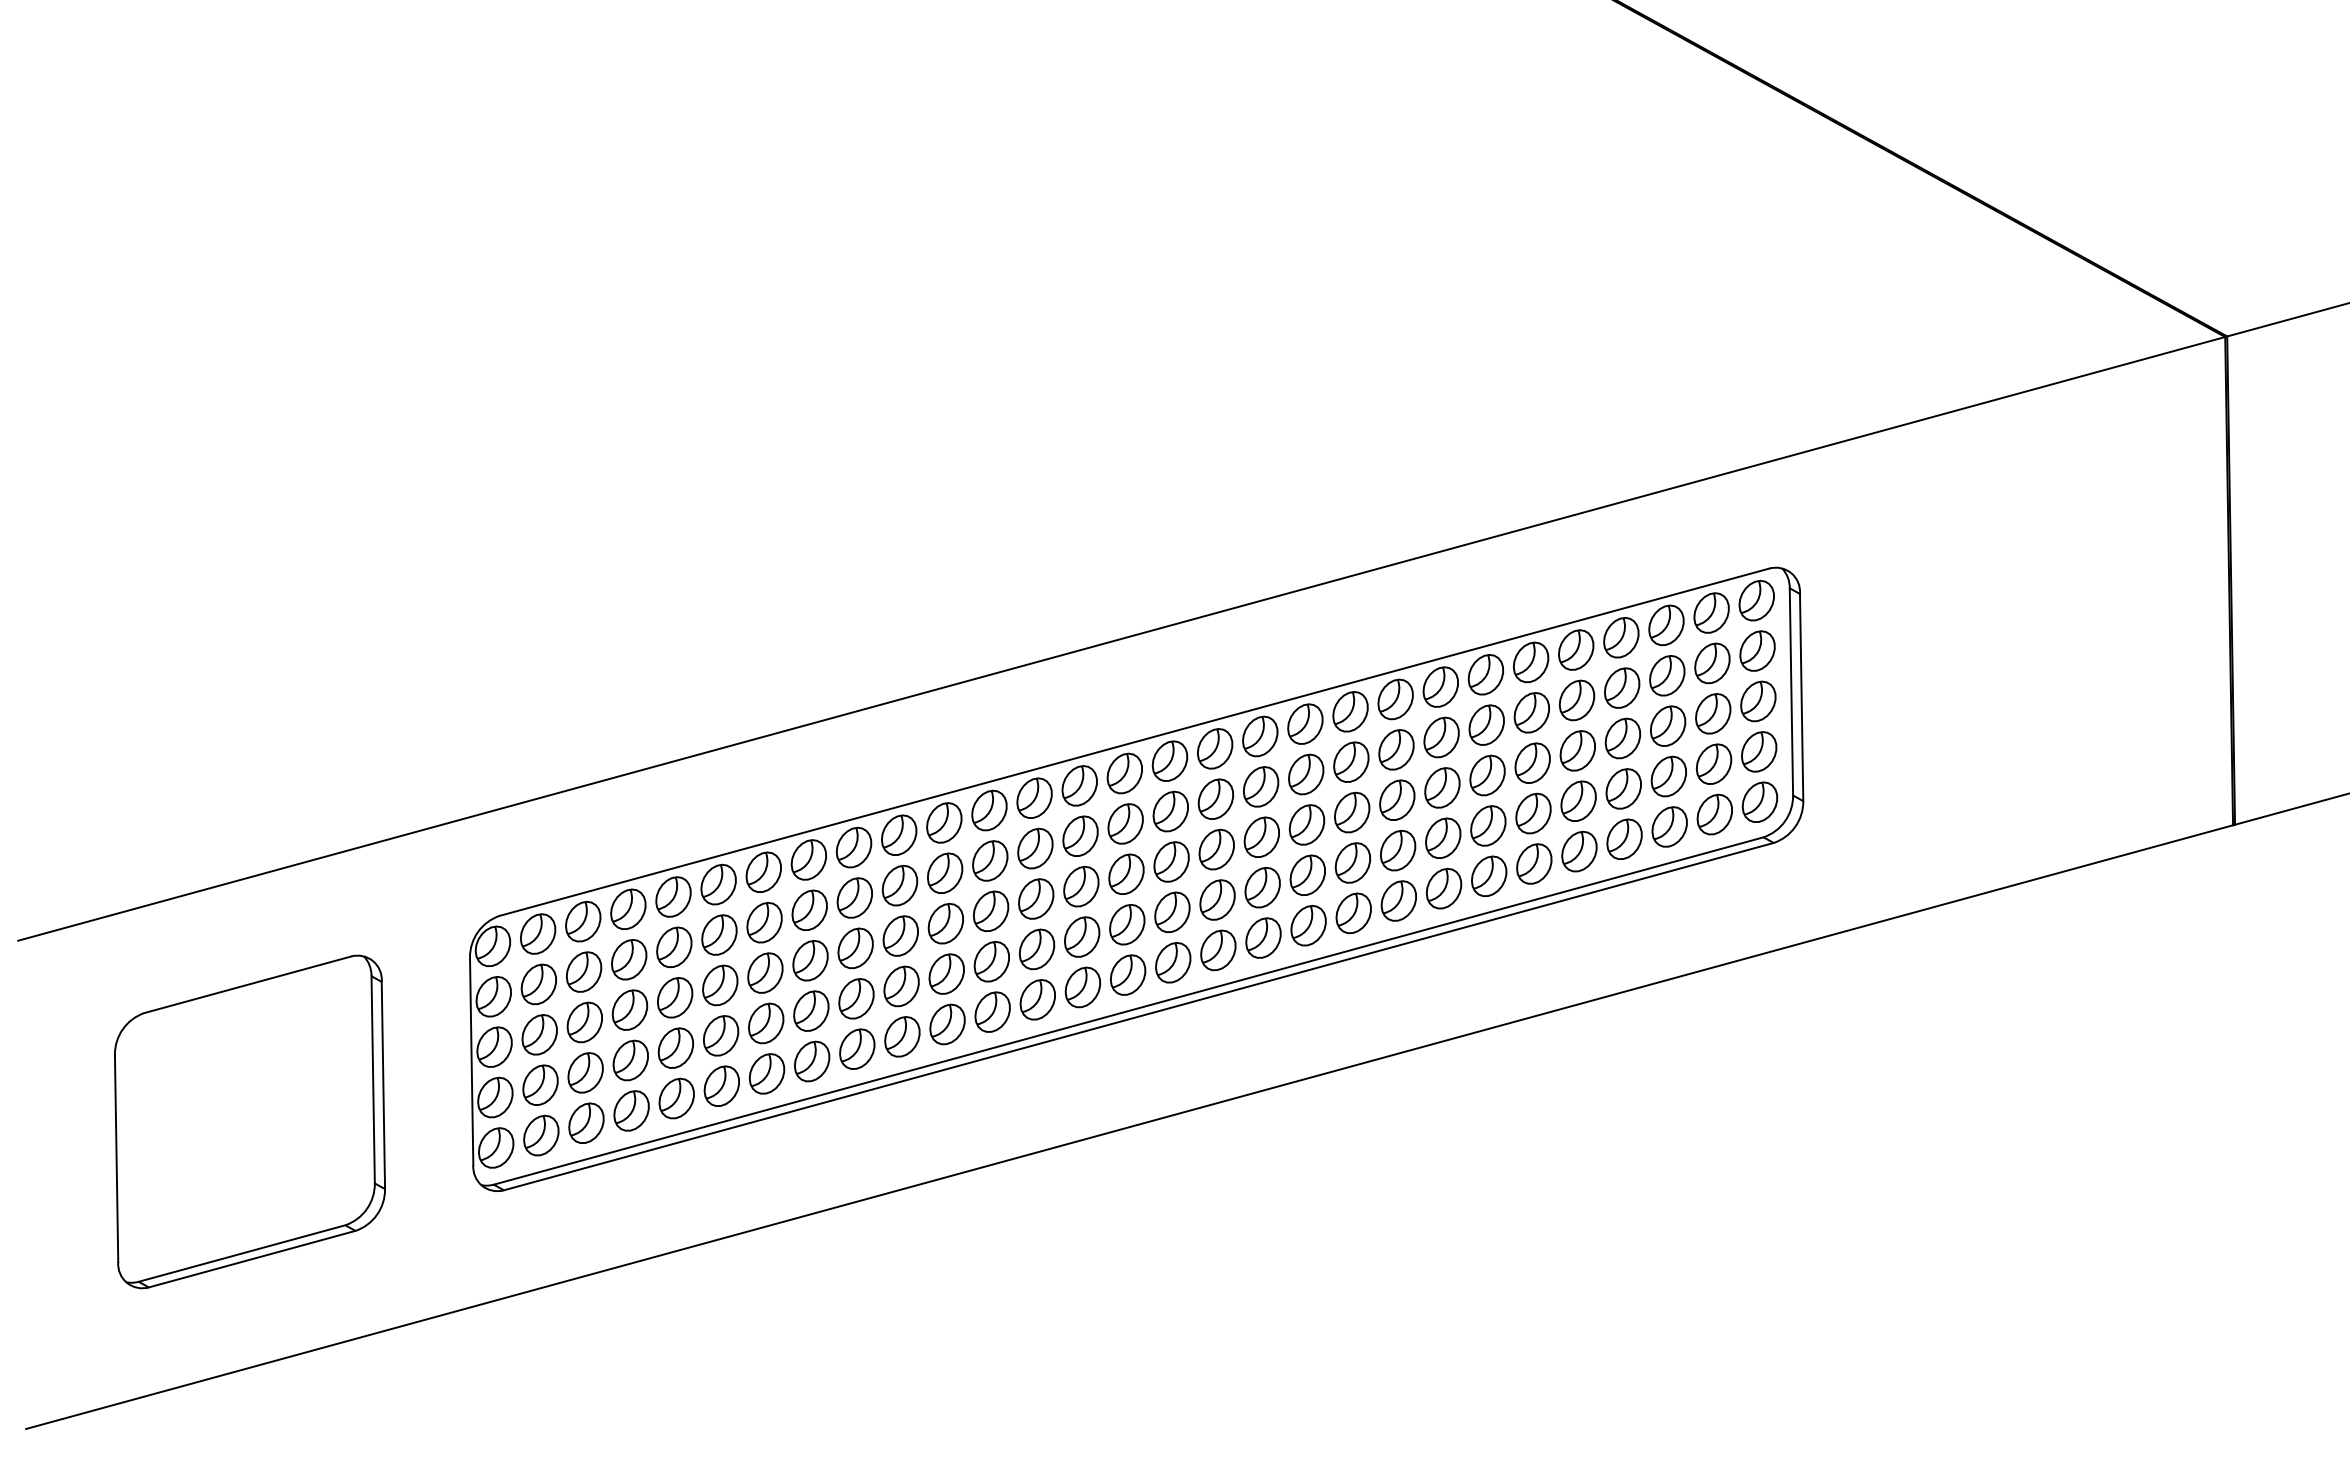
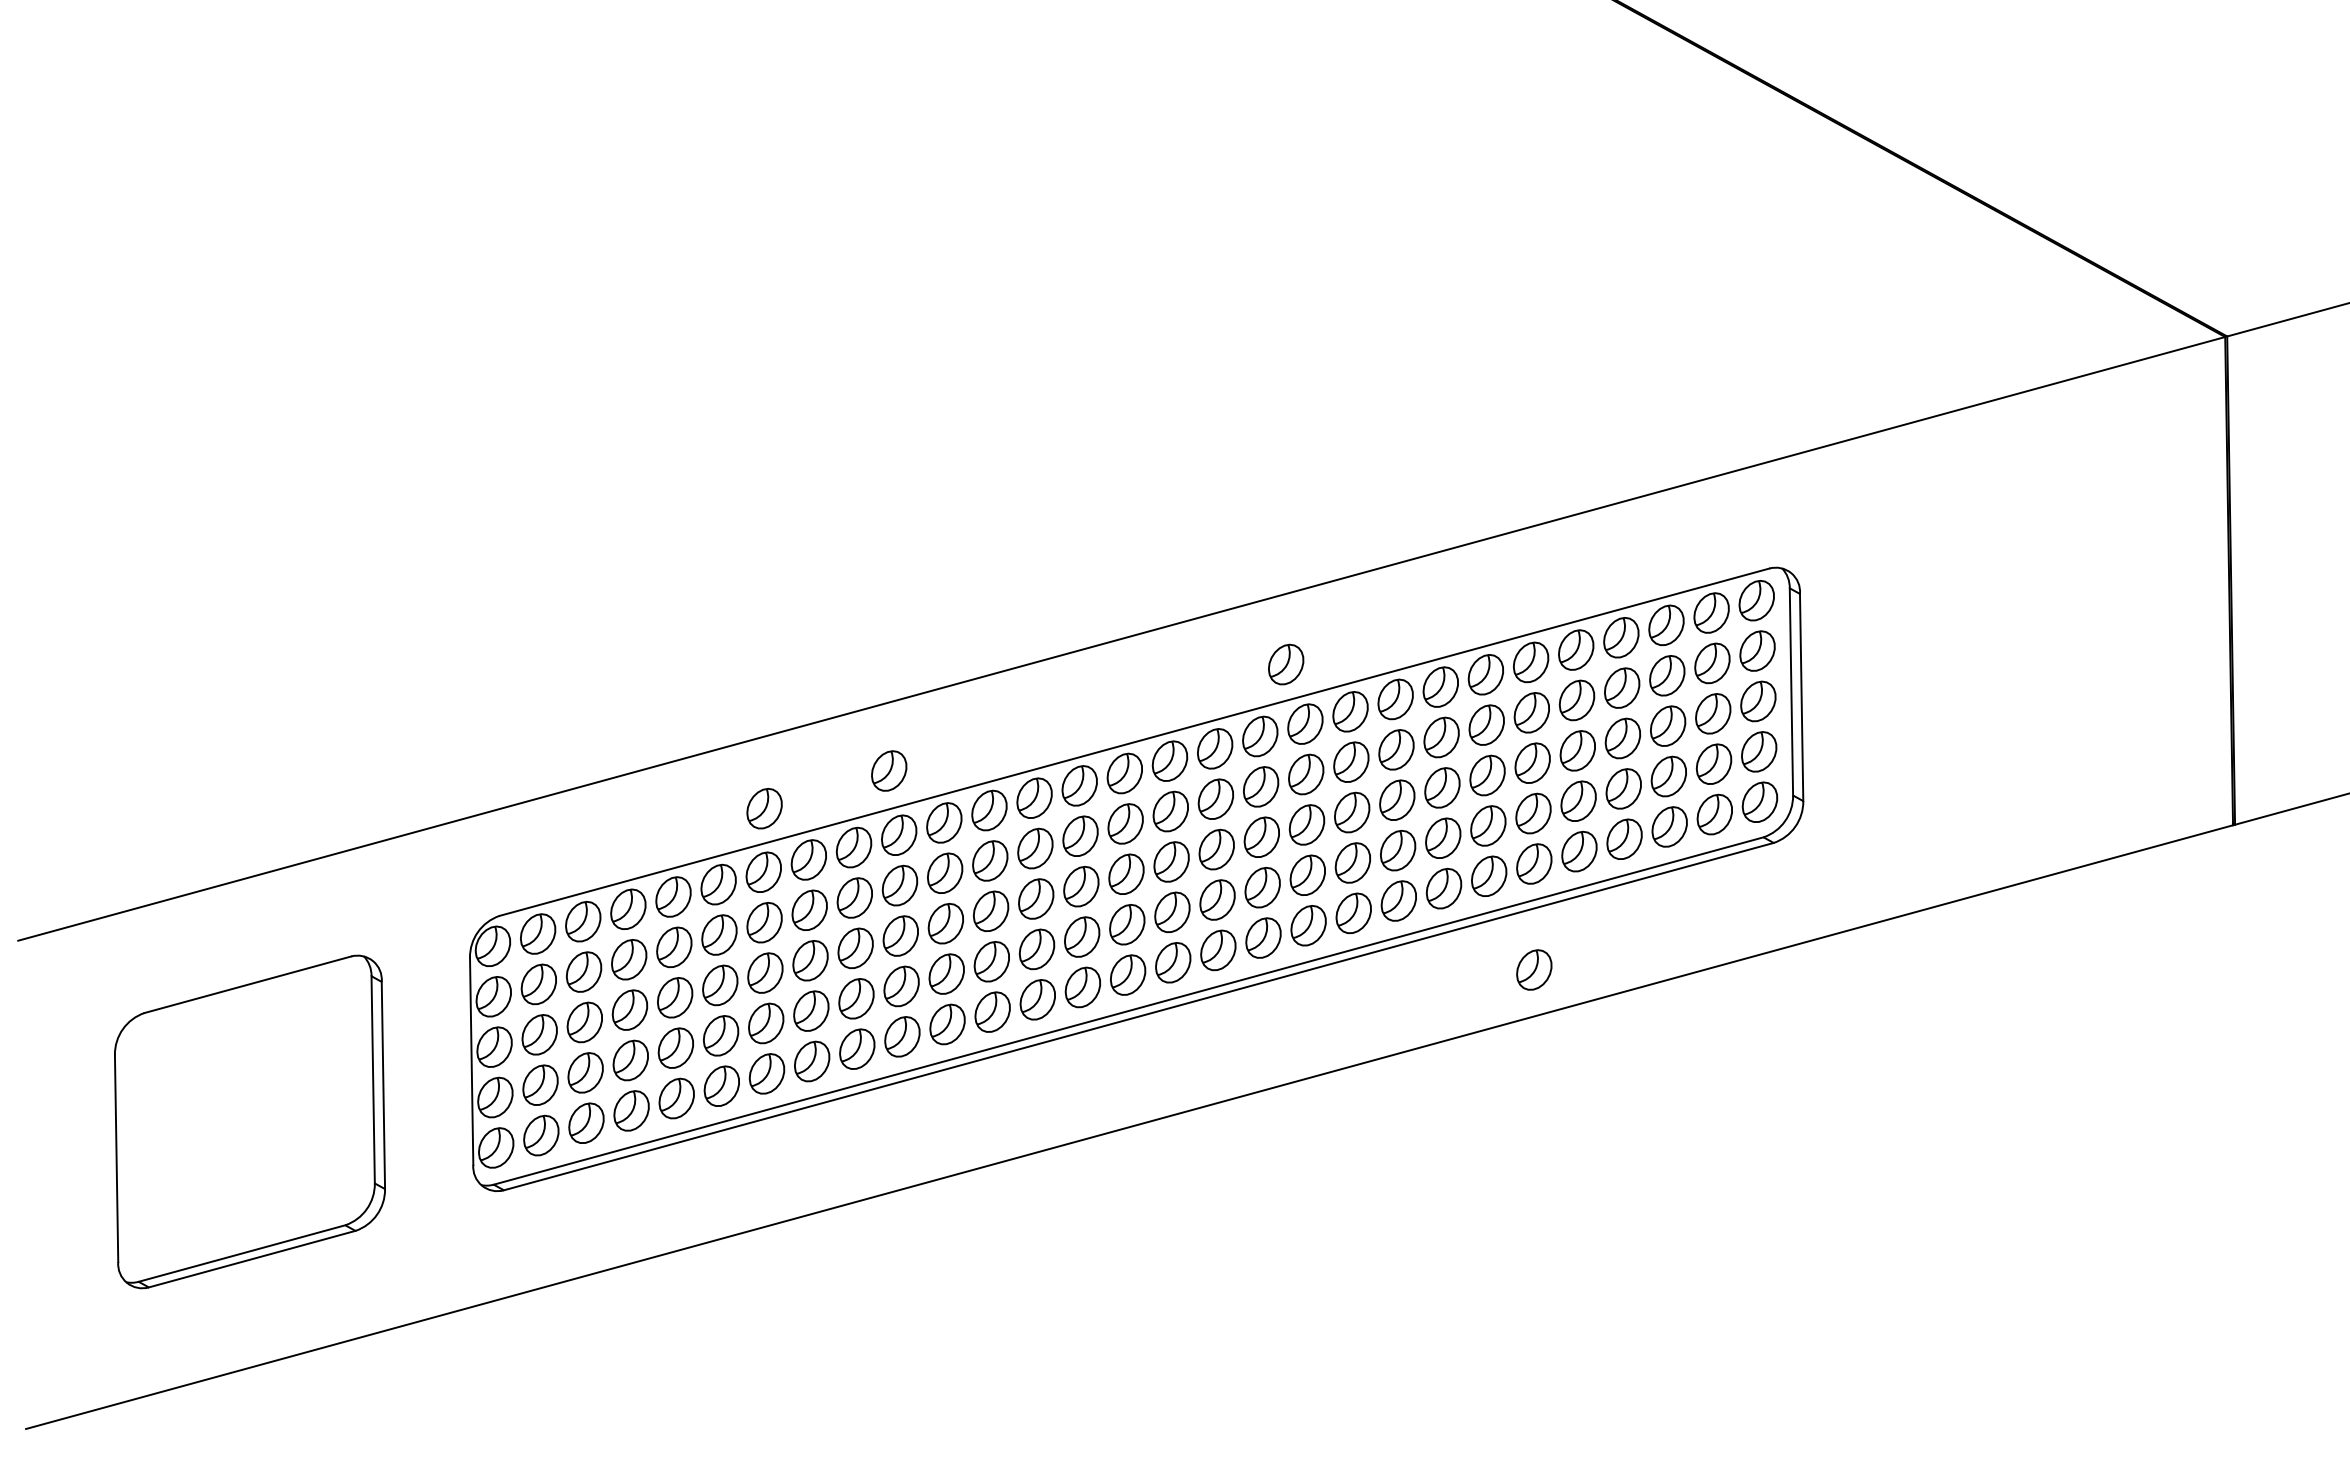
part at (1286, 664): none -> present
part at (889, 770): none -> present
part at (764, 808): none -> present
part at (1534, 969): none -> present
